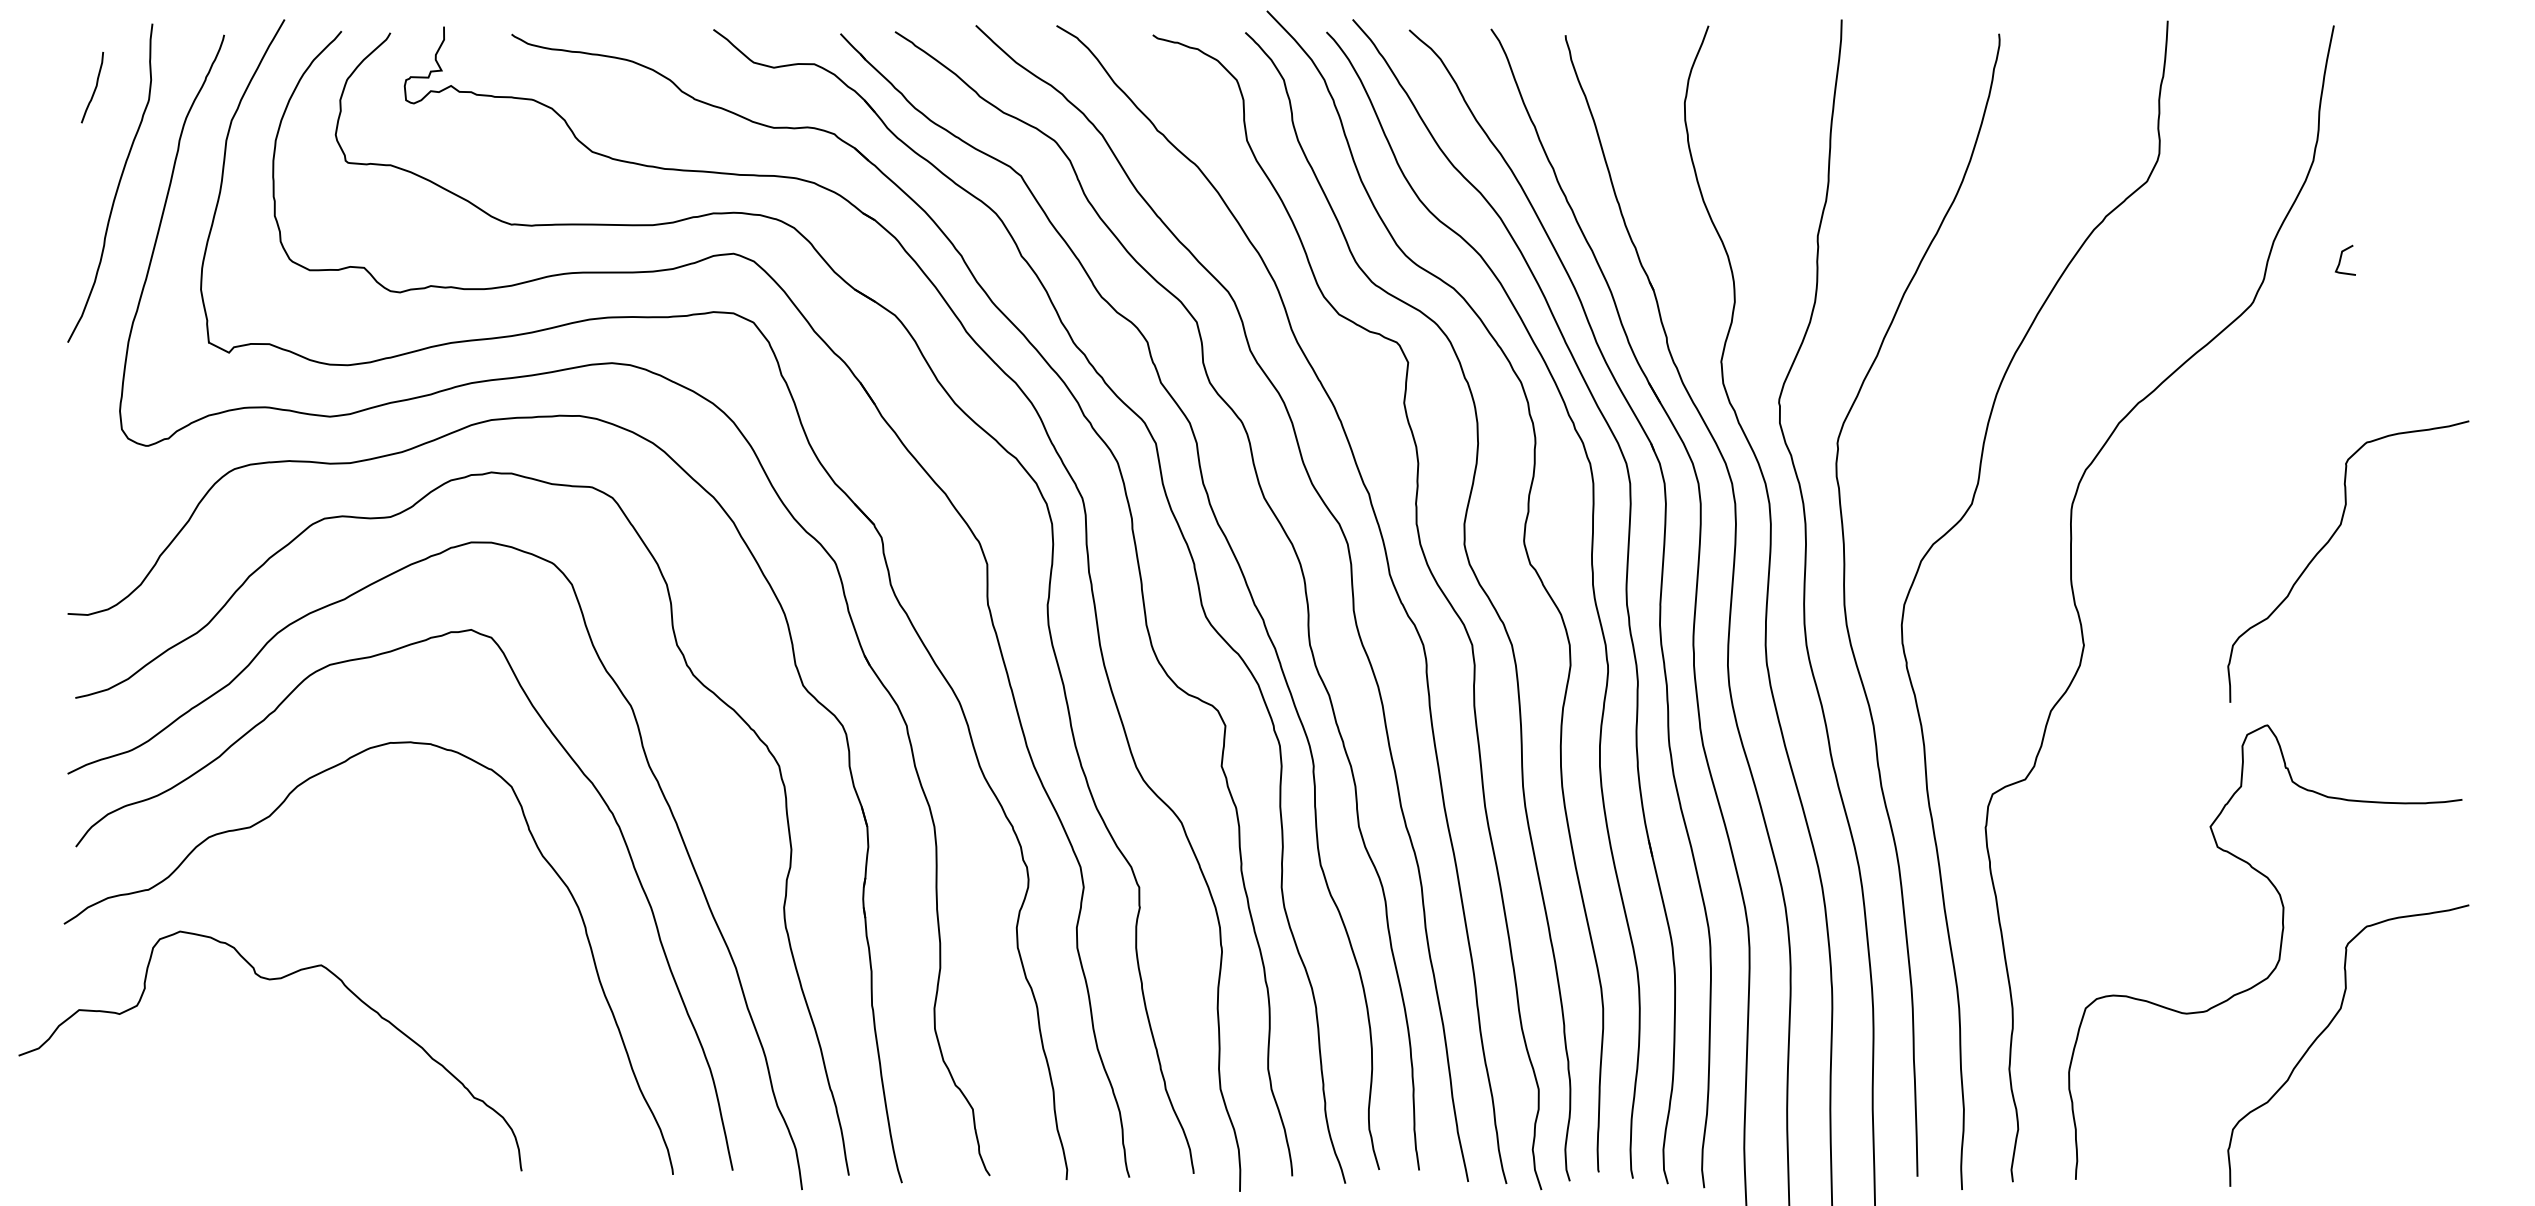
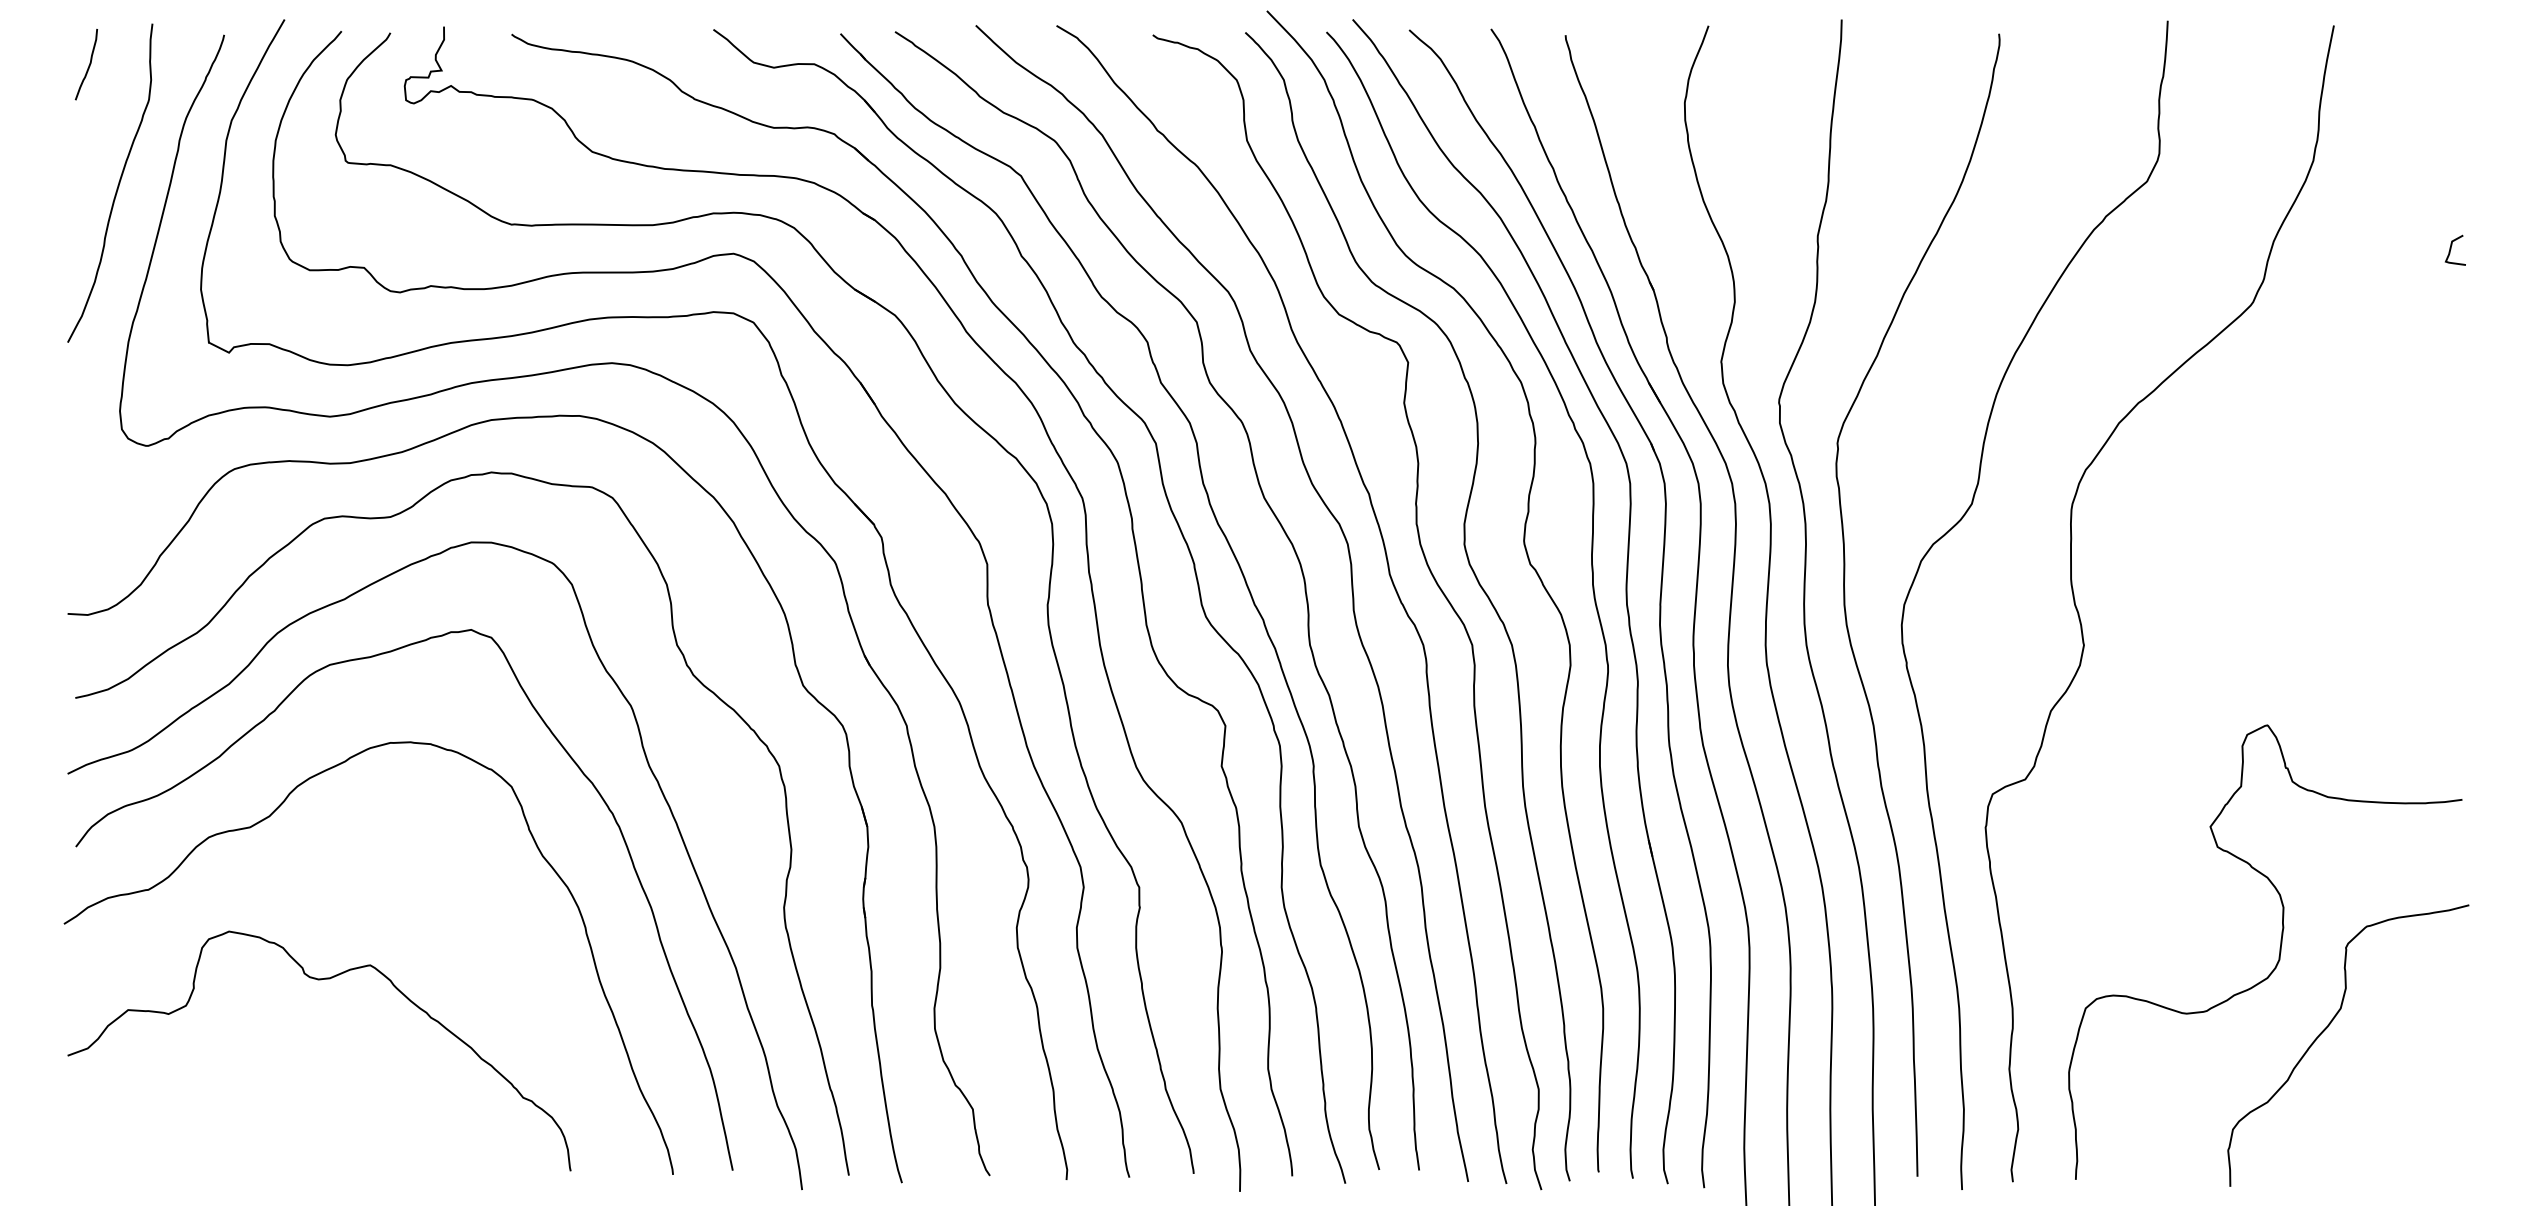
curve at (94, 88) position: (94, 88) -> (88, 65)
curve at (2341, 259) position: (2341, 259) -> (2451, 249)
curve at (2328, 543): present -> none
curve at (270, 980) position: (270, 980) -> (319, 980)
